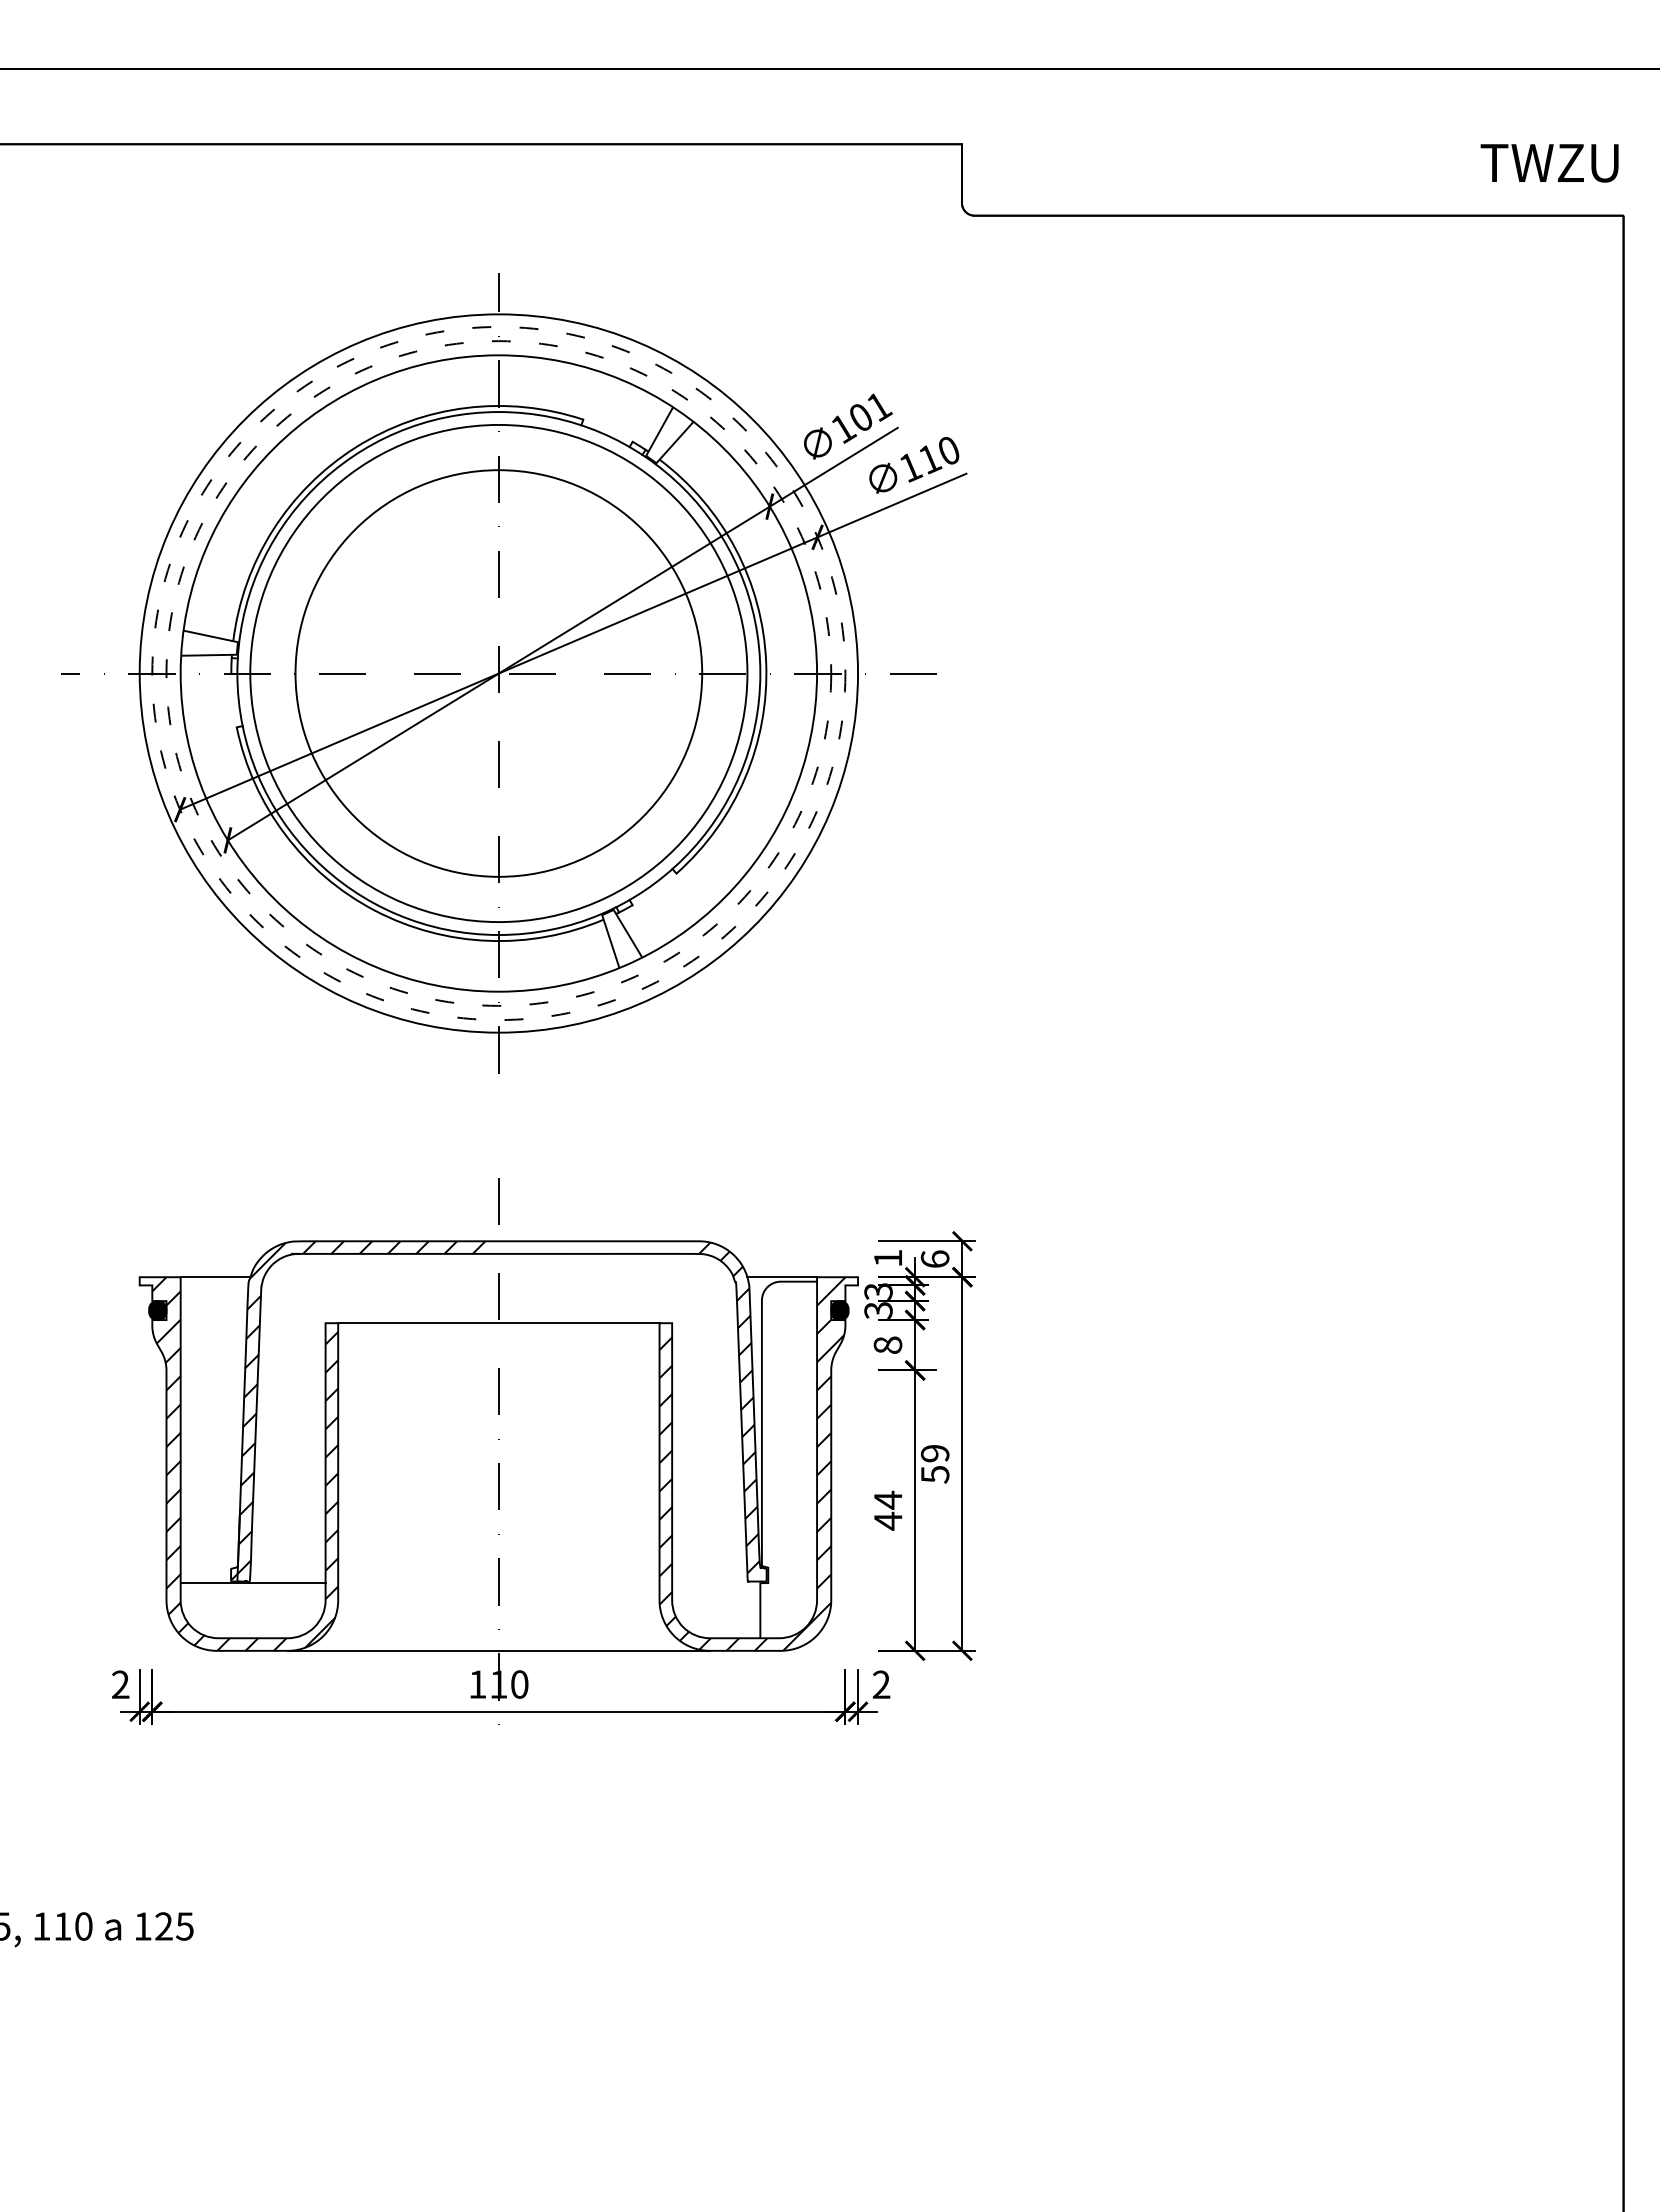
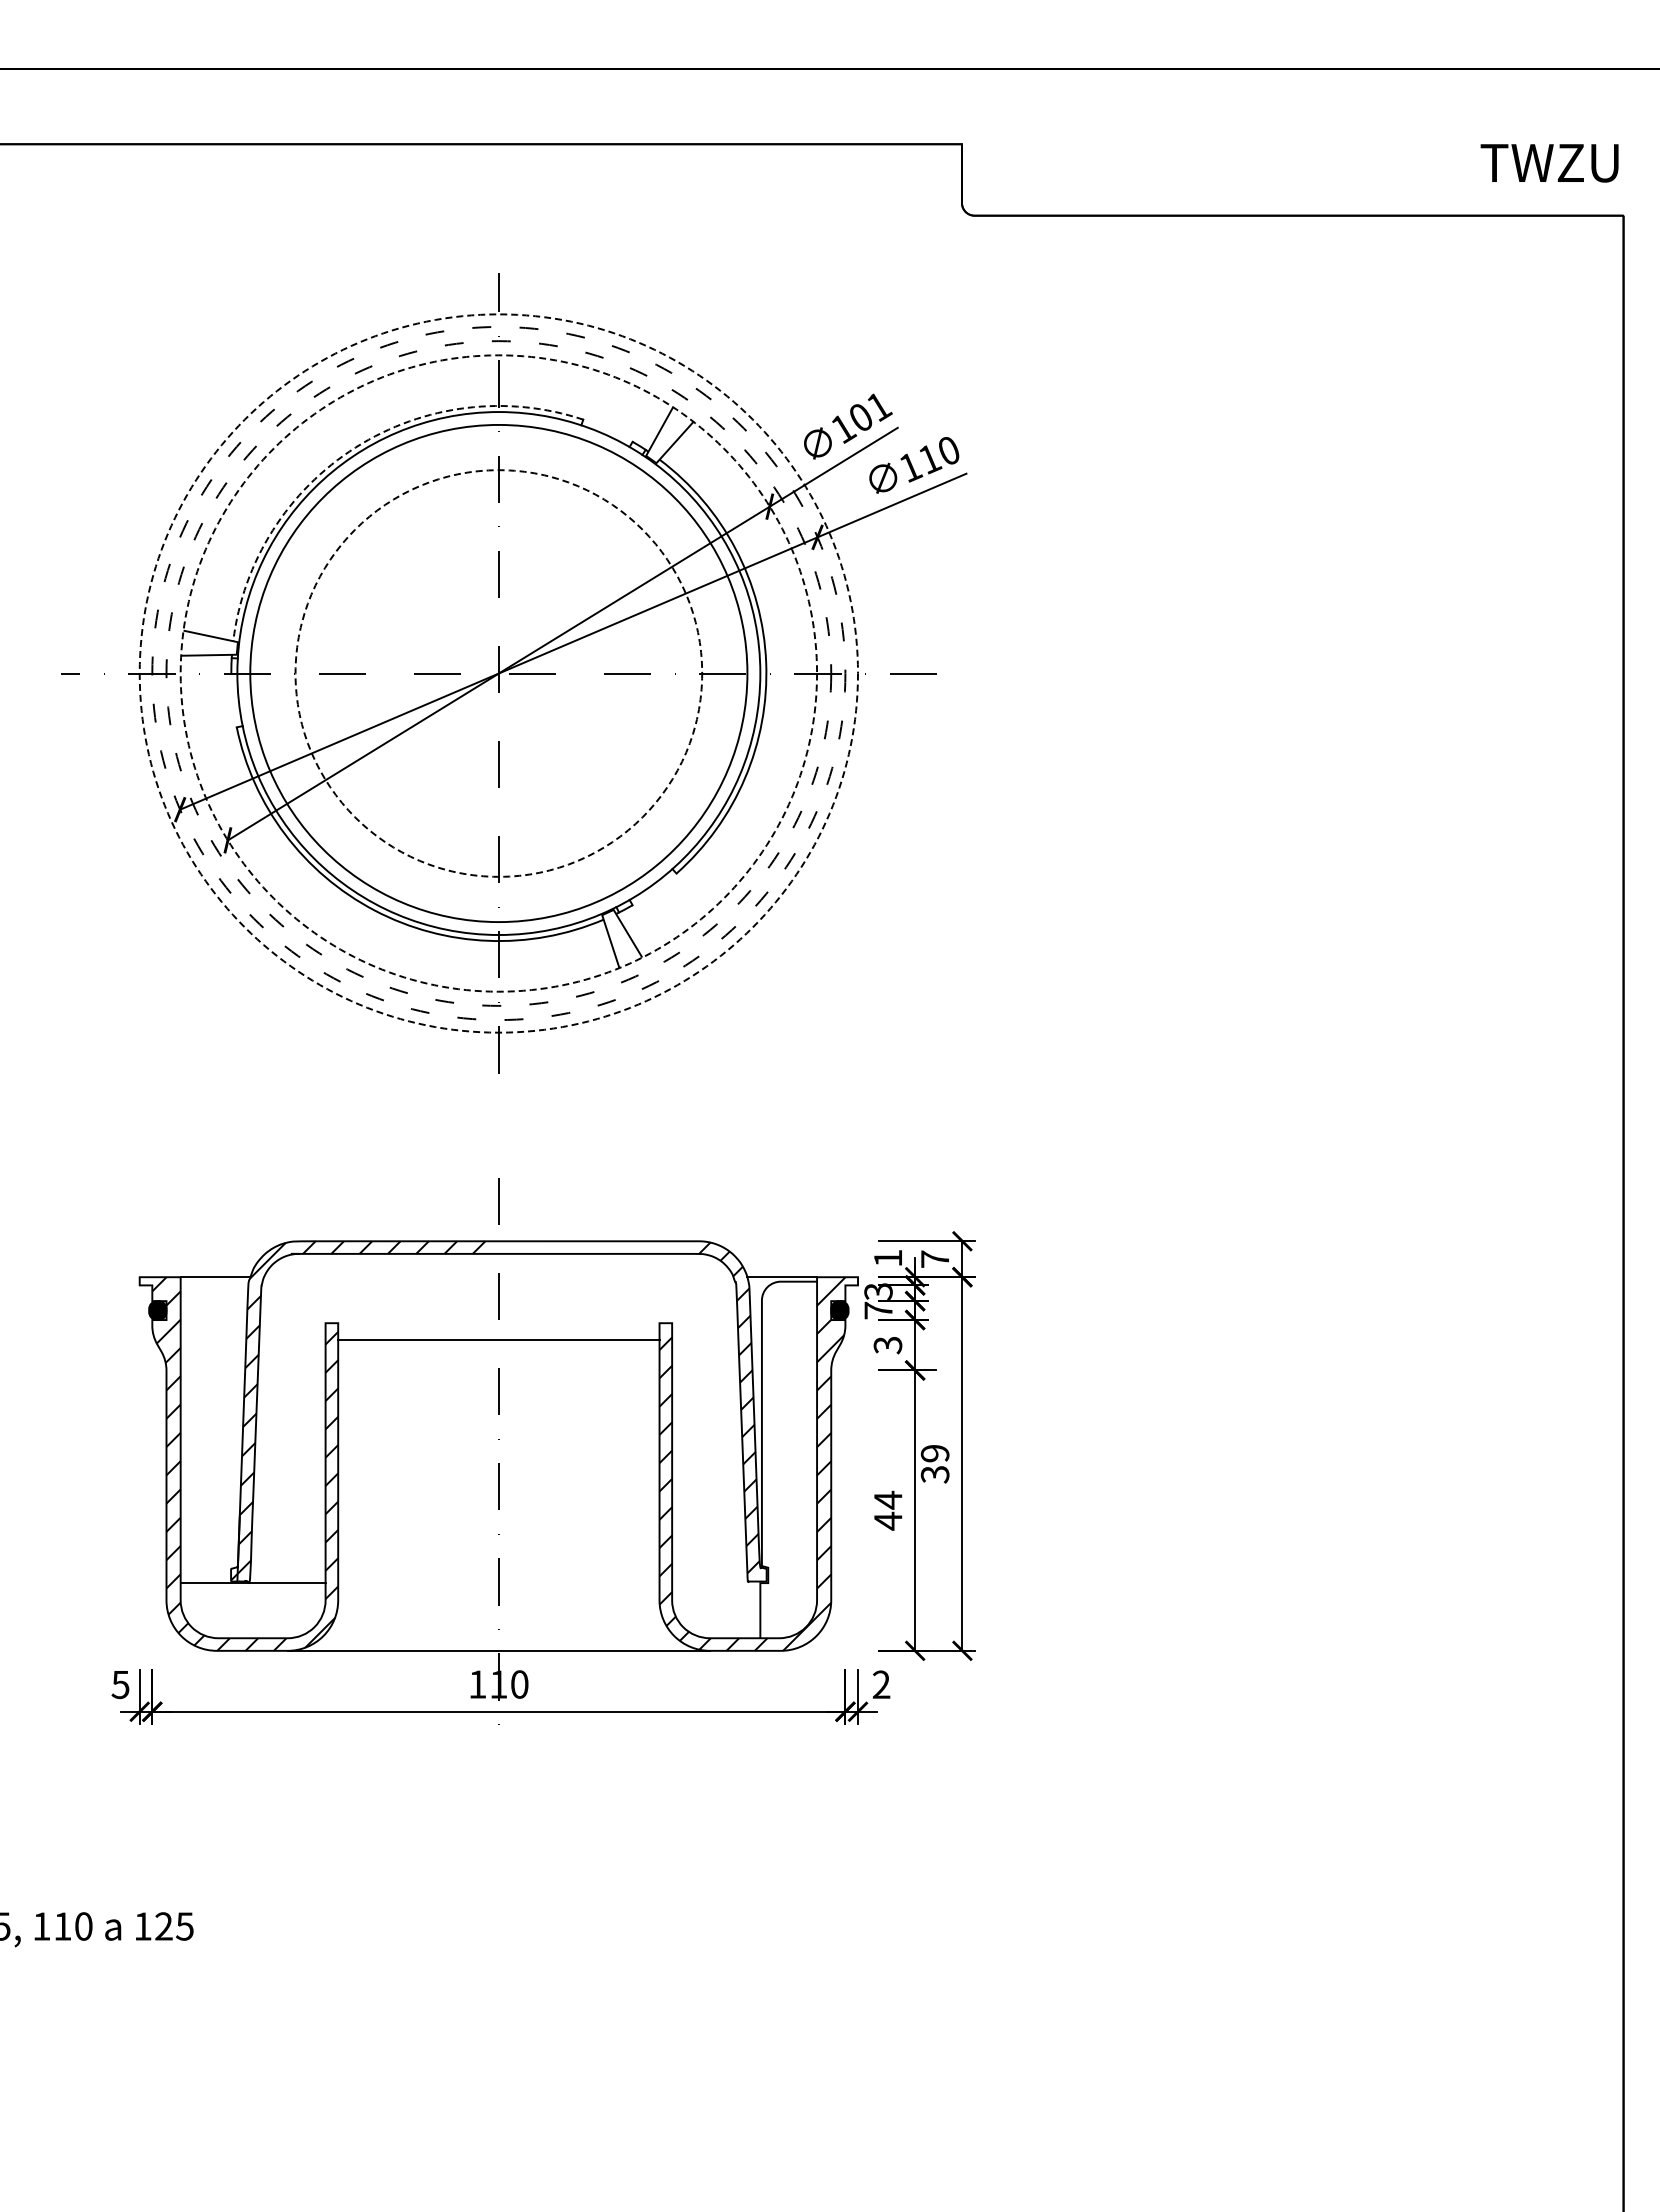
arc at (355, 447): solid -> dashed
circle at (498, 673): solid -> dashed
circle at (498, 673): solid -> dashed
circle at (498, 673): solid -> dashed
text at (934, 1258): 6 -> 7
text at (878, 1310): 3 -> 7
line at (498, 1323) position: (498, 1323) -> (498, 1340)
text at (887, 1345): 8 -> 3
text at (934, 1474): 59 -> 39
text at (120, 1684): 2 -> 5
